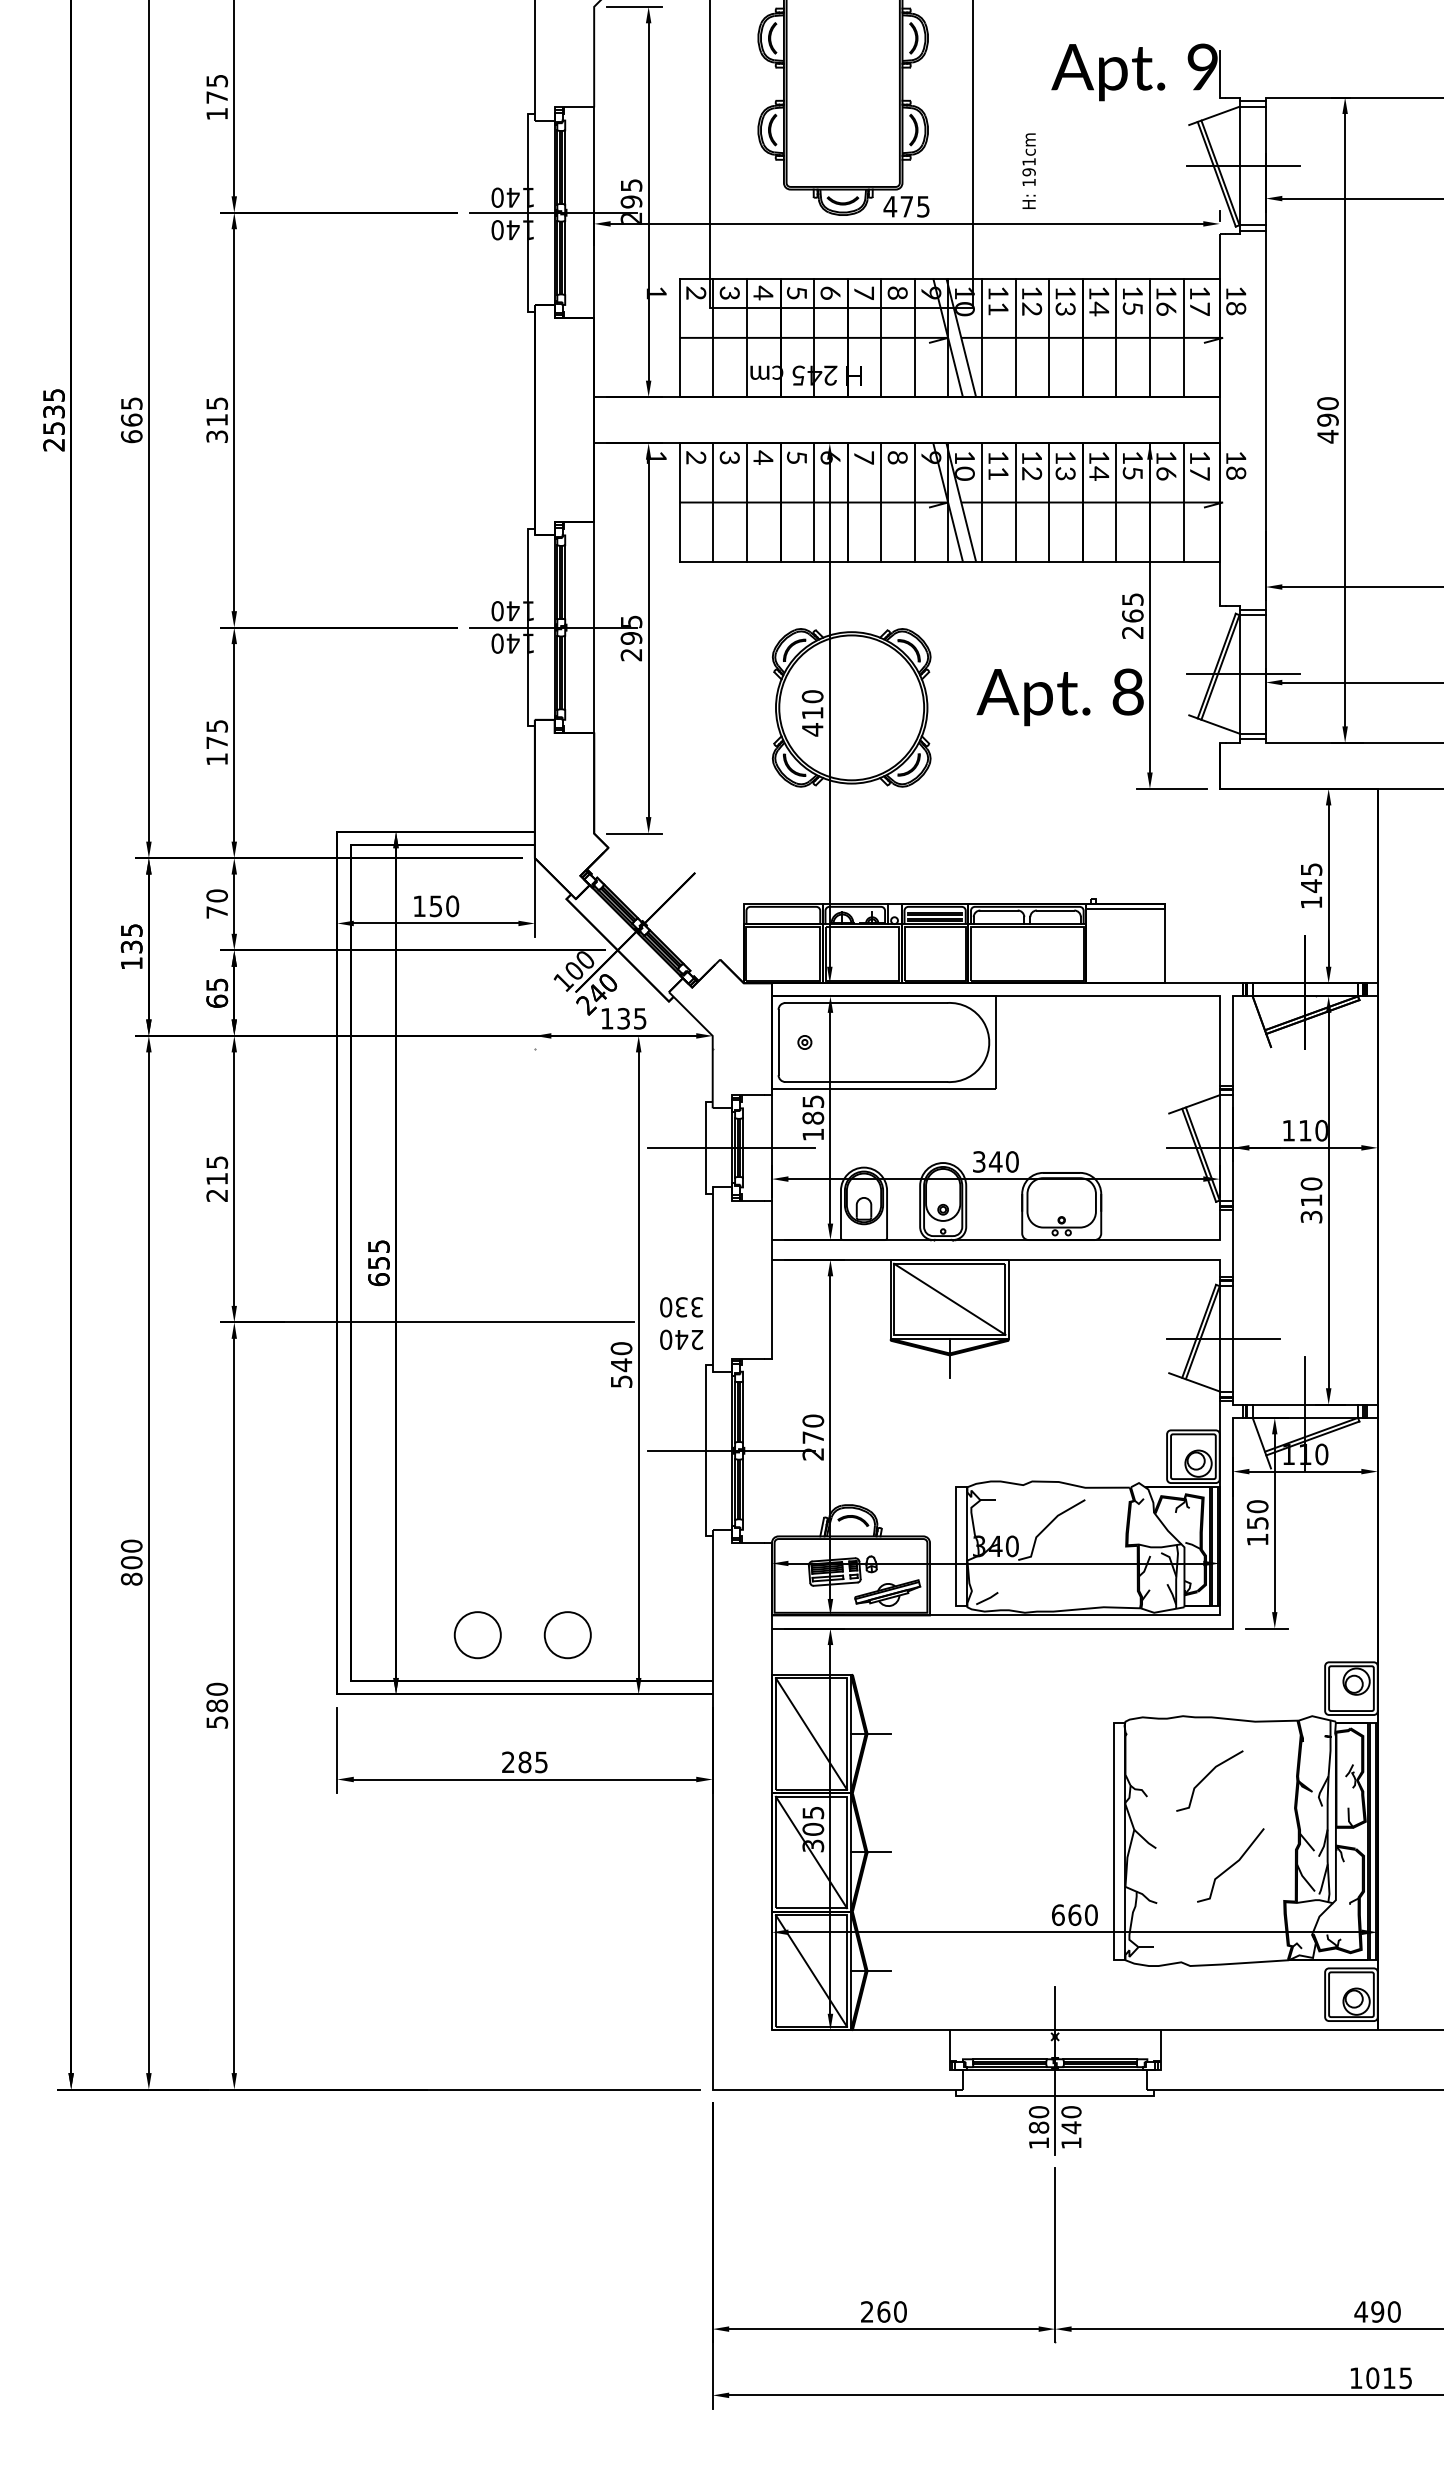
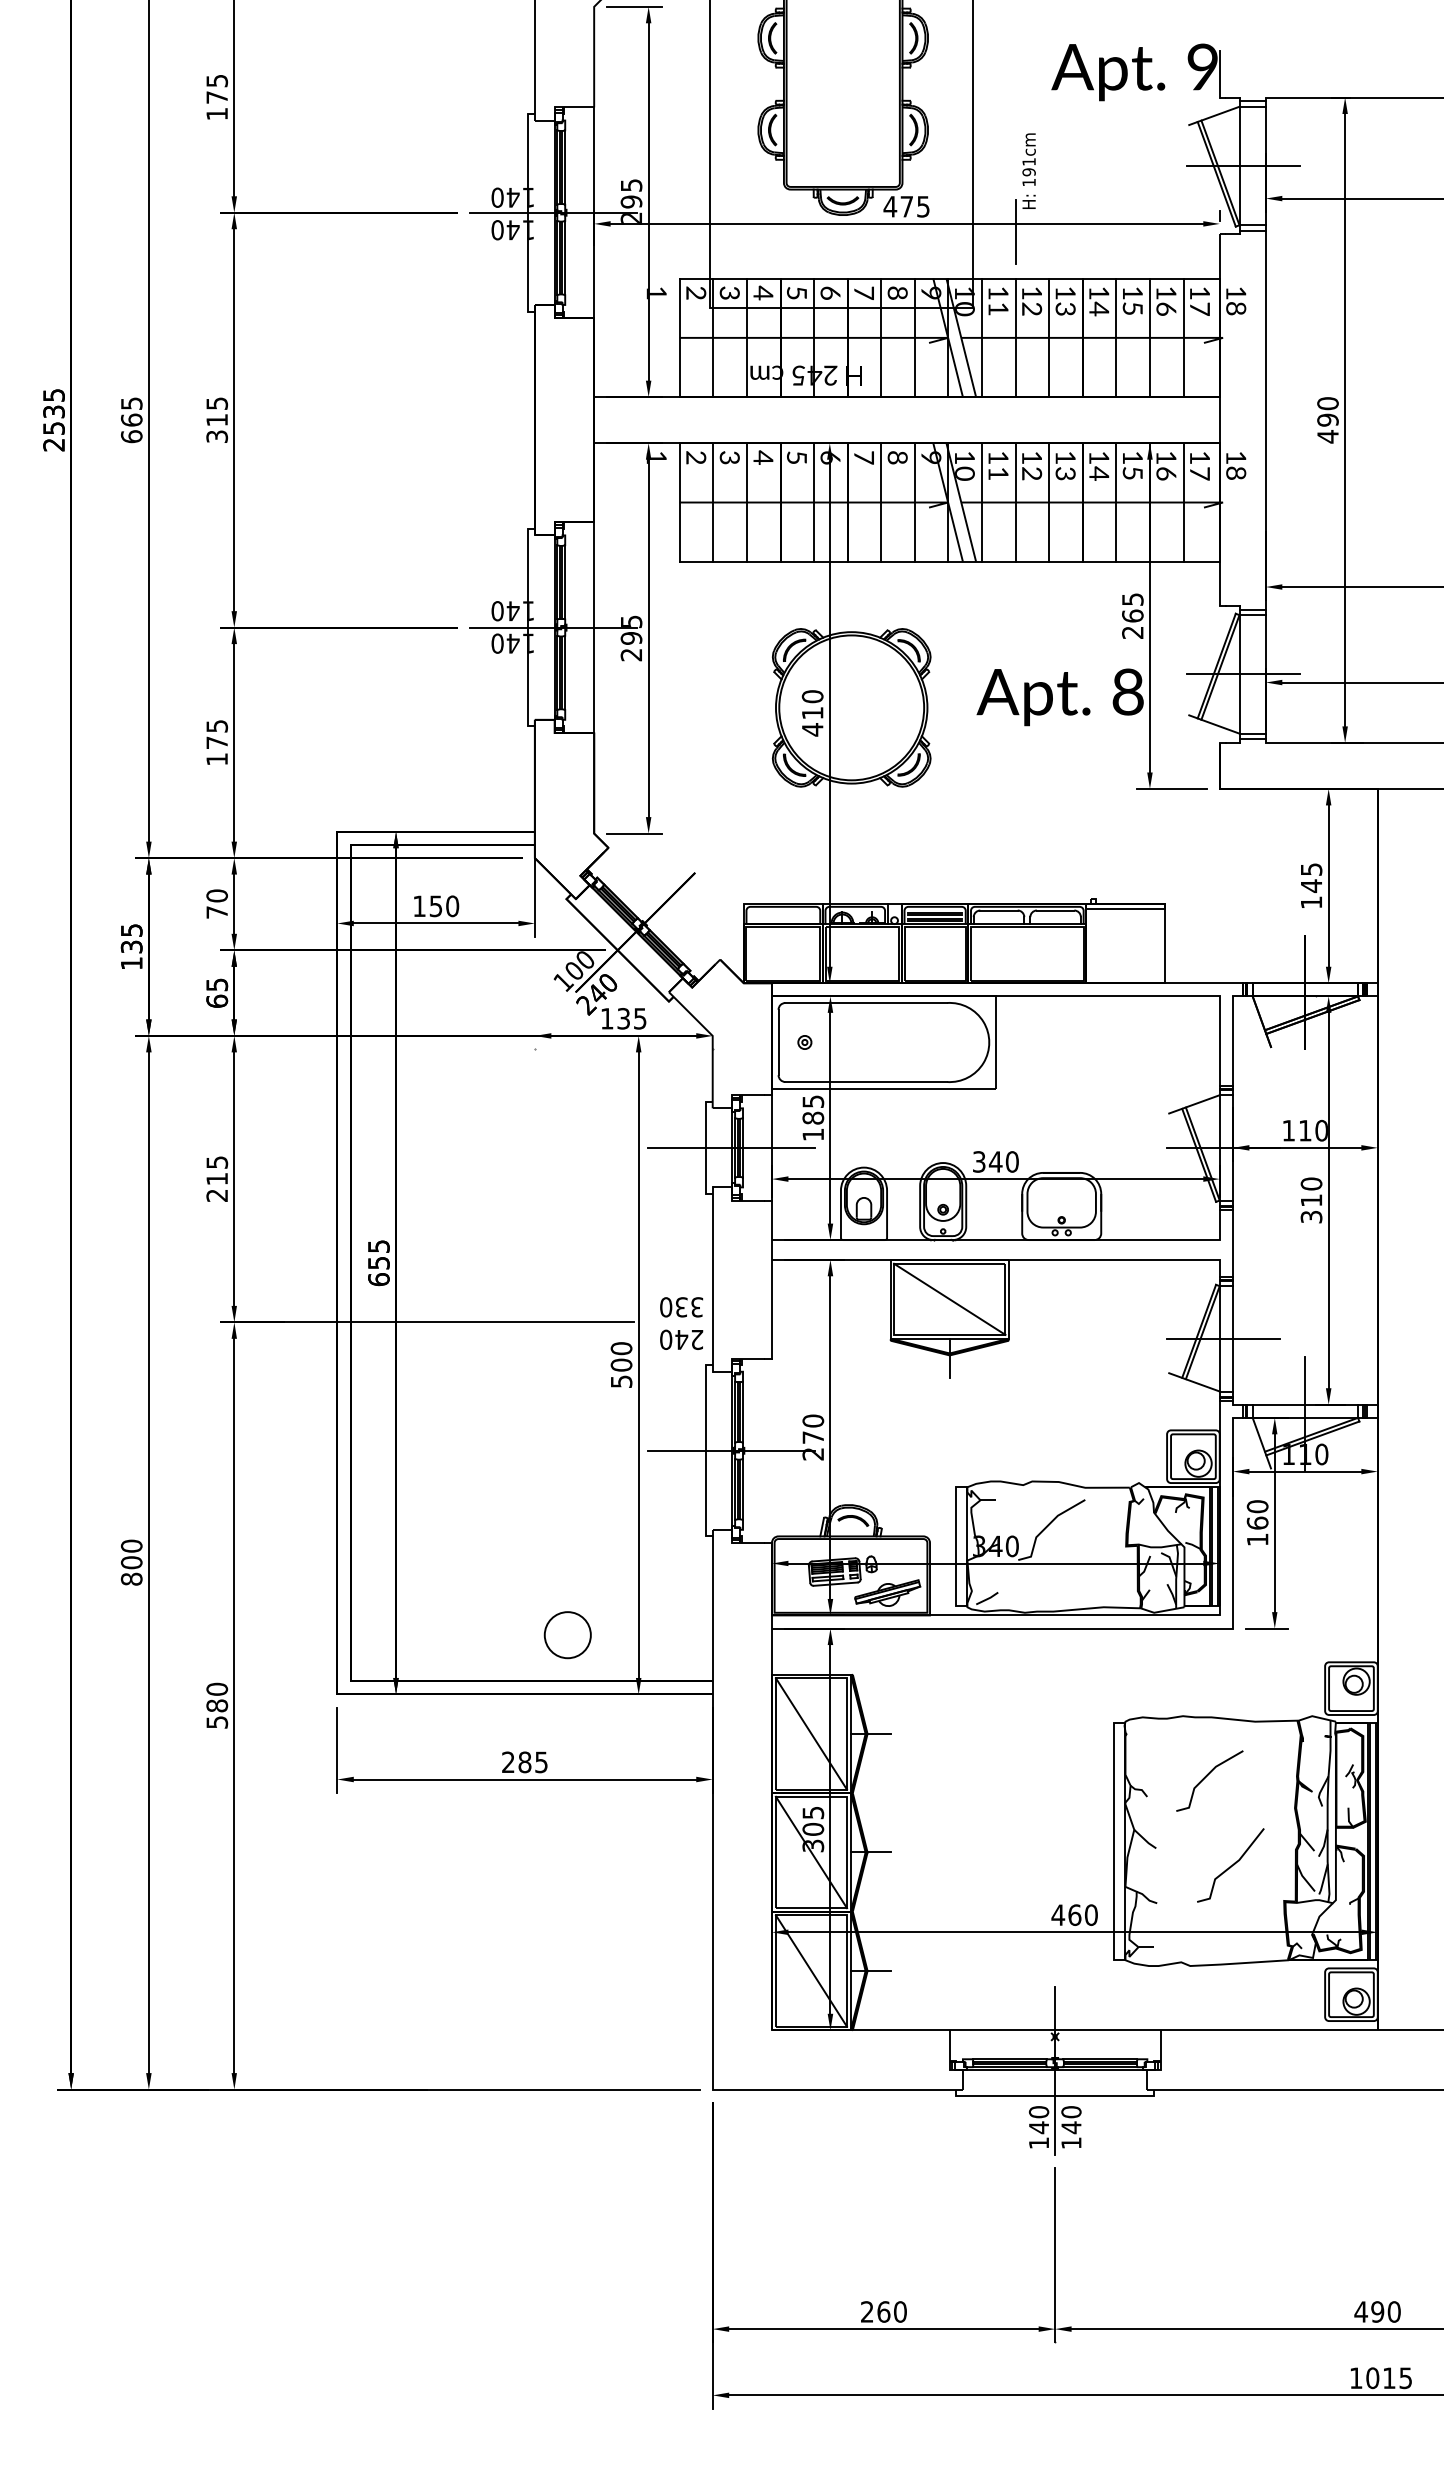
line at (1015, 231): none -> present
text at (621, 1365): 540 -> 500
text at (1257, 1522): 150 -> 160
circle at (477, 1635): present -> none
text at (1058, 1914): 660 -> 460
text at (1038, 2127): 180 -> 140
